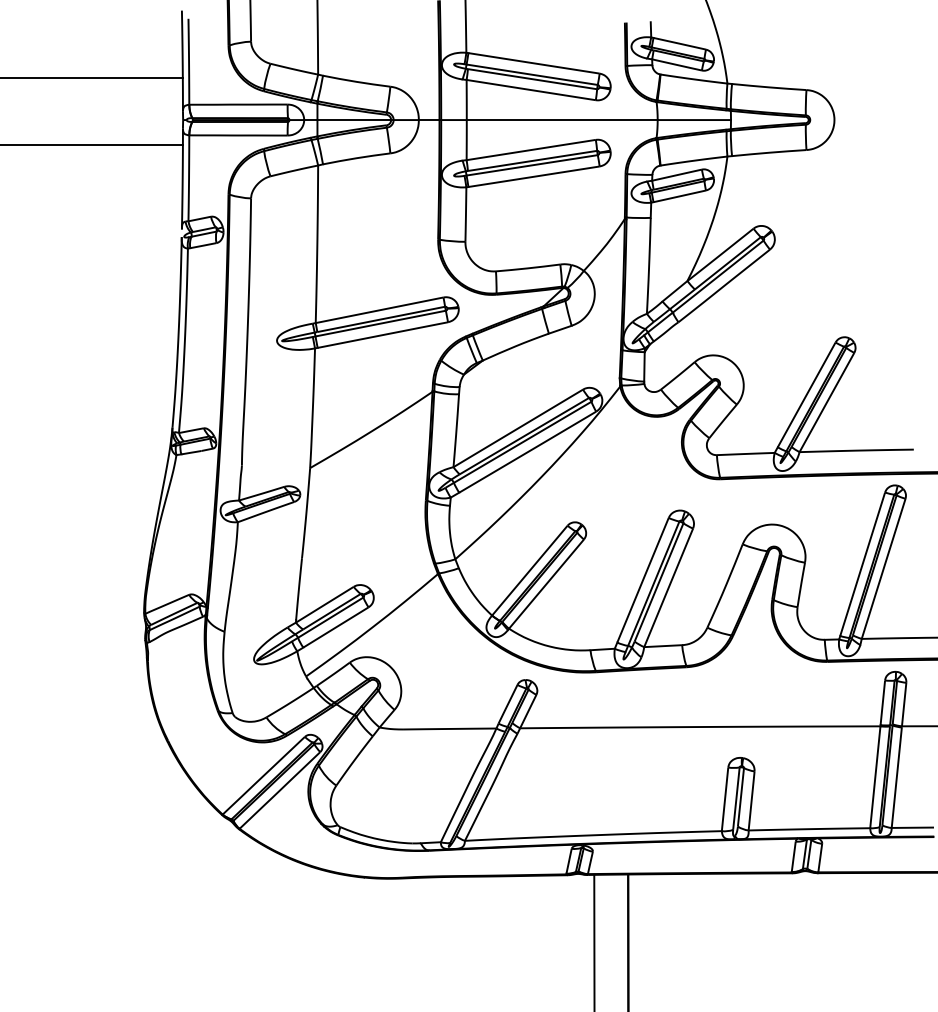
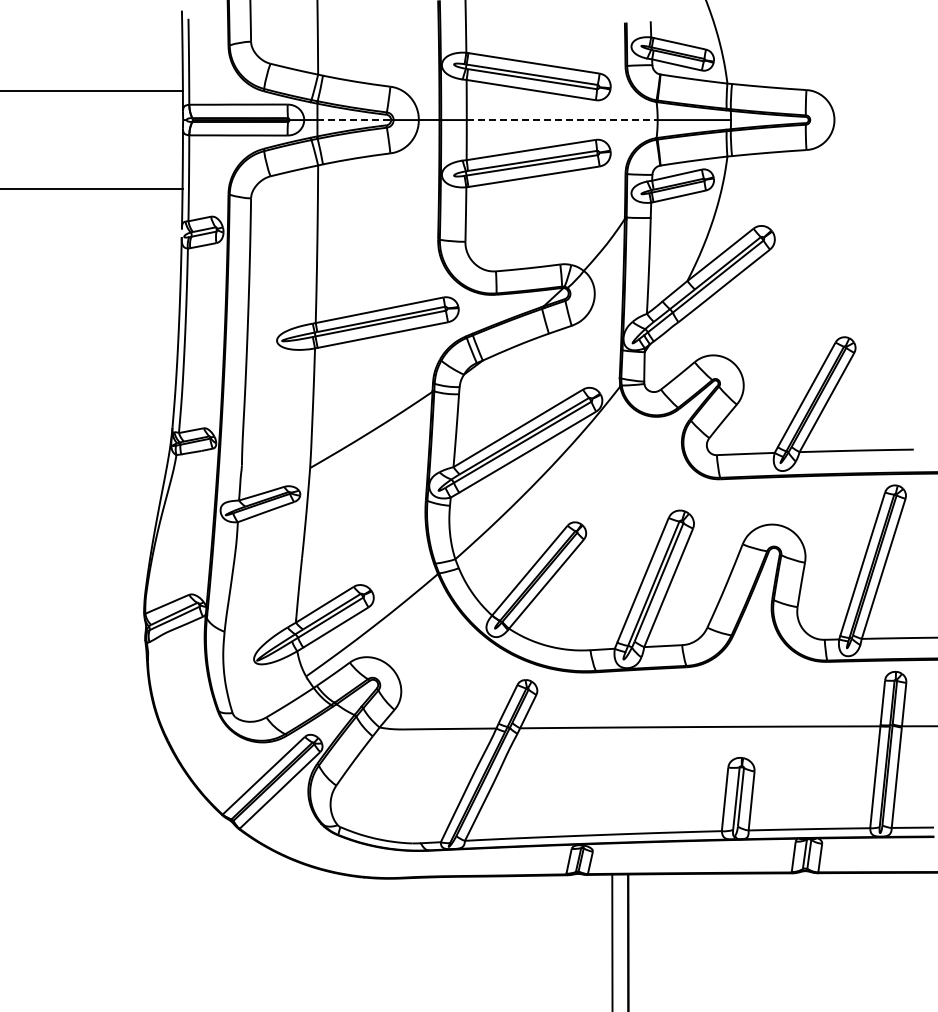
line at (92, 77) position: (92, 77) -> (92, 90)
line at (354, 120): solid -> dashed
line at (562, 120): solid -> dashed
line at (92, 145) position: (92, 145) -> (92, 189)
line at (594, 941) position: (594, 941) -> (612, 941)
